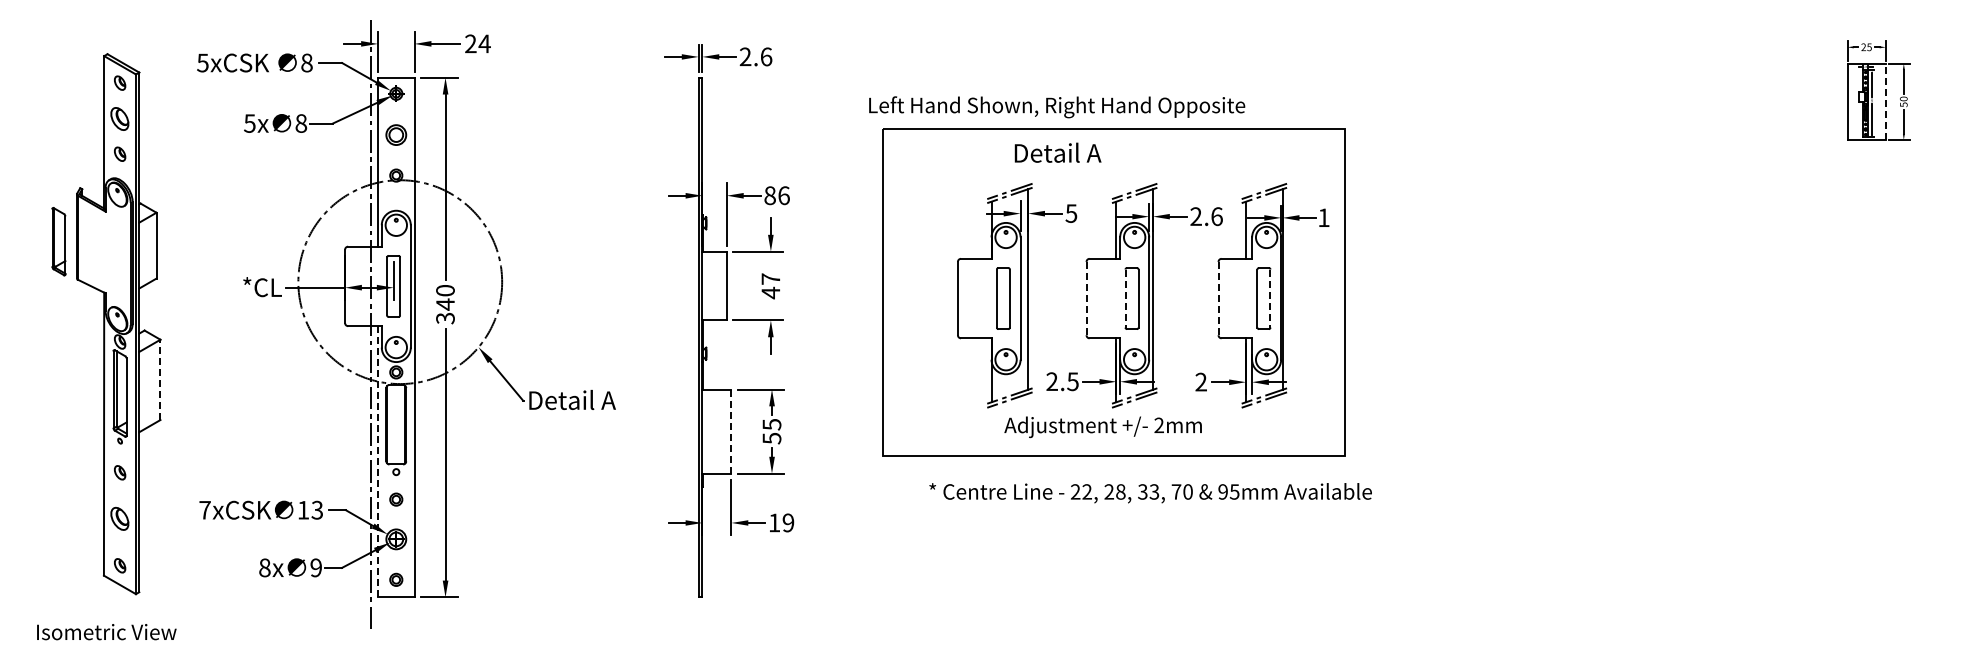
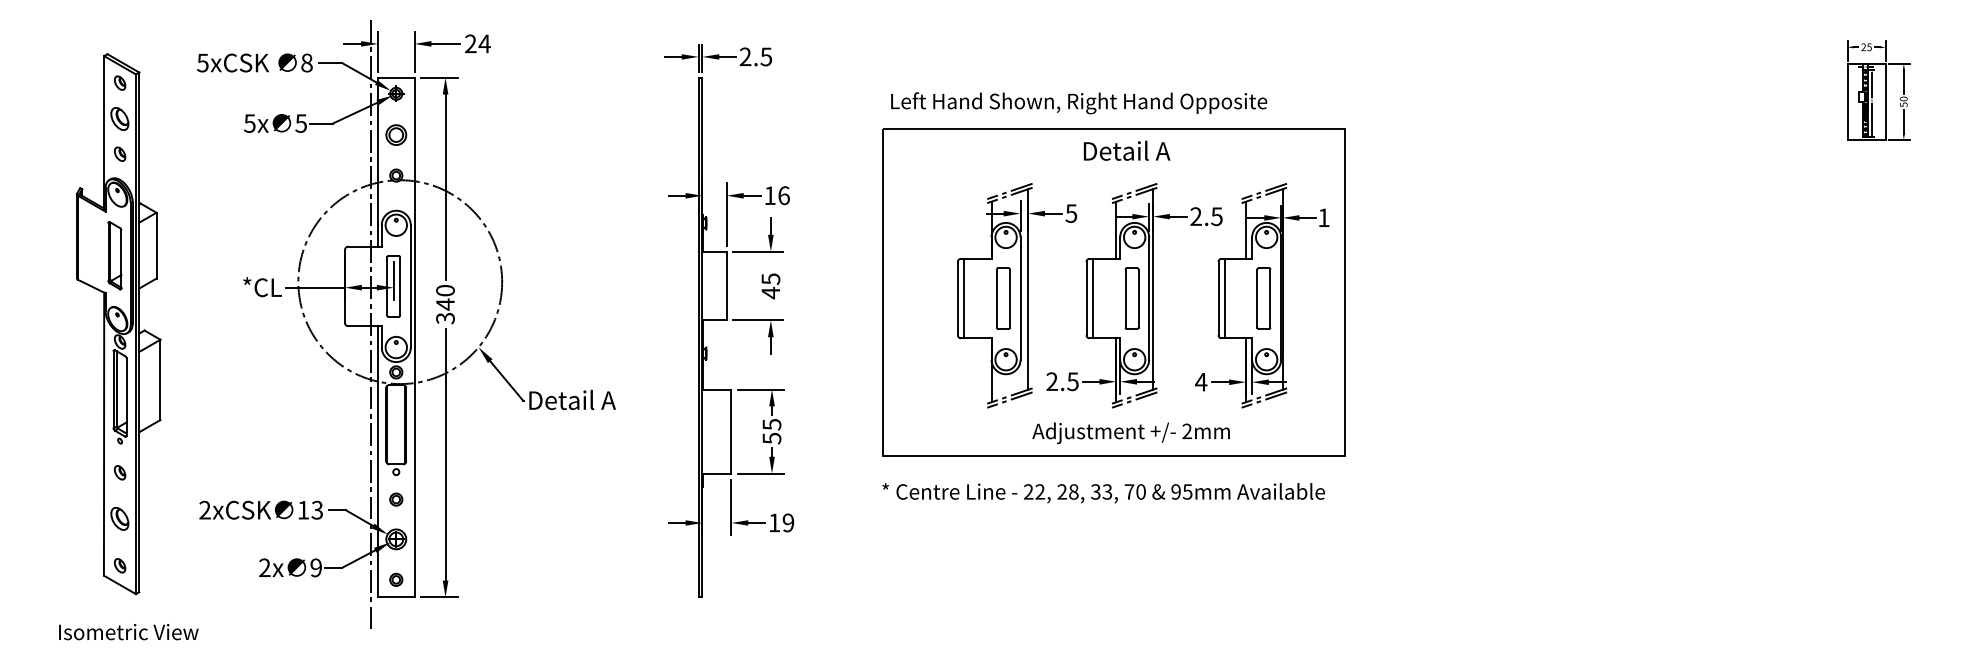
text at (766, 56): 2.6 -> 2.5
line at (1885, 101): dashed -> solid
text at (1057, 107) position: (1057, 107) -> (1079, 103)
text at (301, 123): 8 -> 5
text at (1057, 152) position: (1057, 152) -> (1126, 150)
text at (769, 195): 86 -> 16
text at (1216, 216): 2.6 -> 2.5
part at (58, 241) position: (58, 241) -> (114, 255)
text at (770, 278): 47 -> 45
line at (964, 298): none -> present
line at (1086, 298): dashed -> solid
line at (1092, 298): none -> present
line at (1218, 298): dashed -> solid
line at (1224, 298): none -> present
line at (1125, 299): dashed -> solid
line at (1270, 299): dashed -> solid
line at (160, 379): dashed -> solid
text at (1200, 381): 2 -> 4
text at (1102, 427) position: (1102, 427) -> (1130, 433)
line at (731, 432): dashed -> solid
line at (377, 461): dashed -> solid
text at (1150, 493) position: (1150, 493) -> (1103, 493)
text at (204, 509): 7xCSK -> 2xCSK
text at (264, 567): 8x -> 2x
text at (106, 632) position: (106, 632) -> (128, 632)
